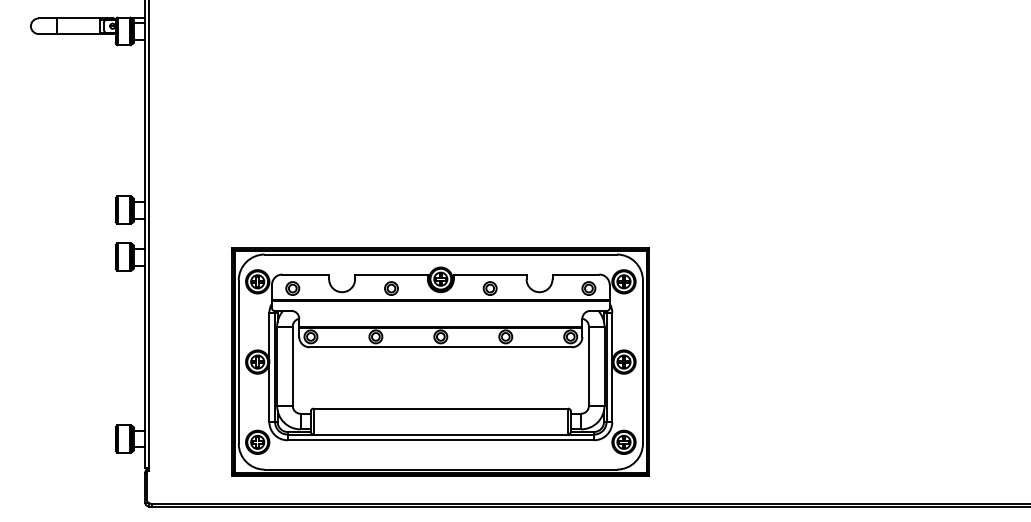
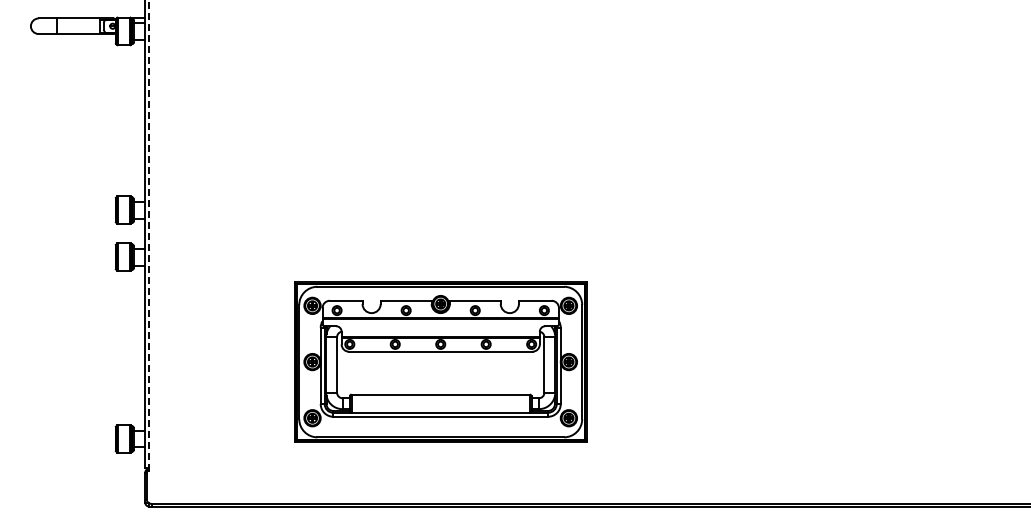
line at (149, 235): solid -> dashed
part at (440, 361) size: 419x230 px -> 294x162 px
